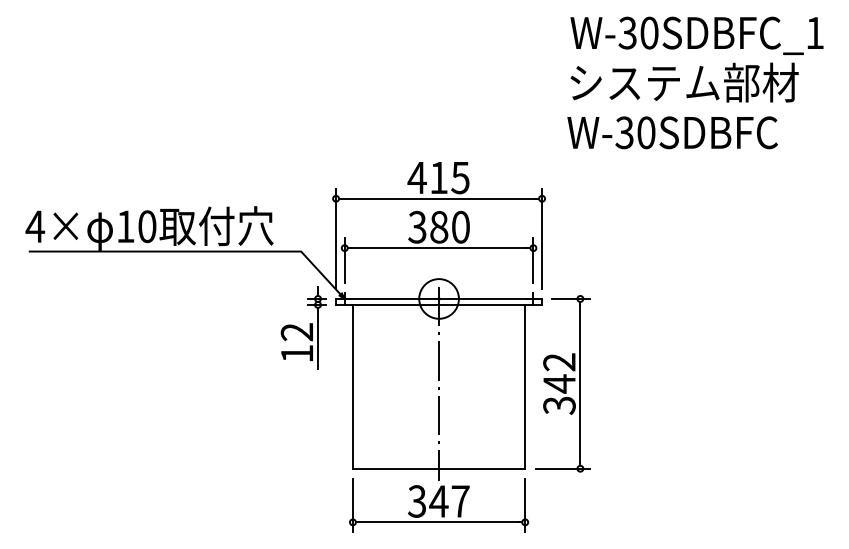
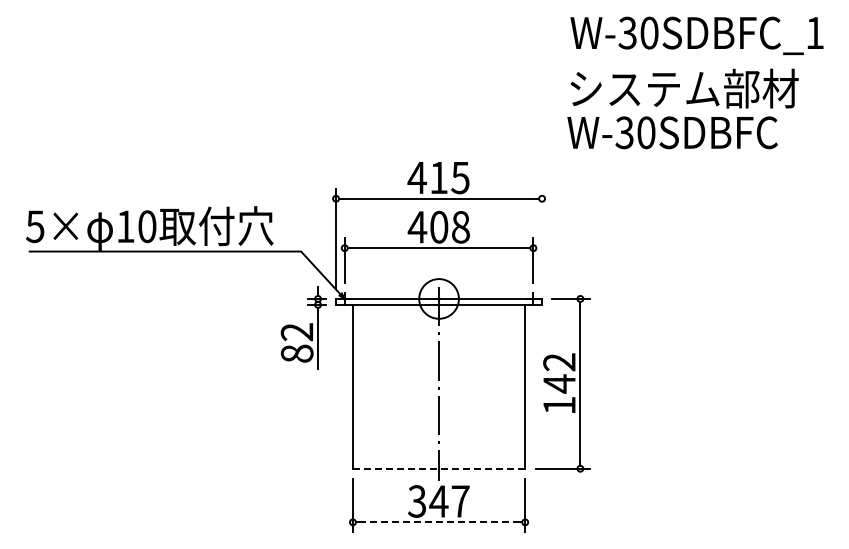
text at (684, 82) position: (684, 82) -> (684, 88)
text at (35, 226): 4× -> 5×
text at (438, 226): 380 -> 408
line at (542, 238): present -> none
text at (296, 353): 12 -> 82
text at (559, 405): 342 -> 142
line at (439, 468): solid -> dashed
line at (439, 522): solid -> dashed
